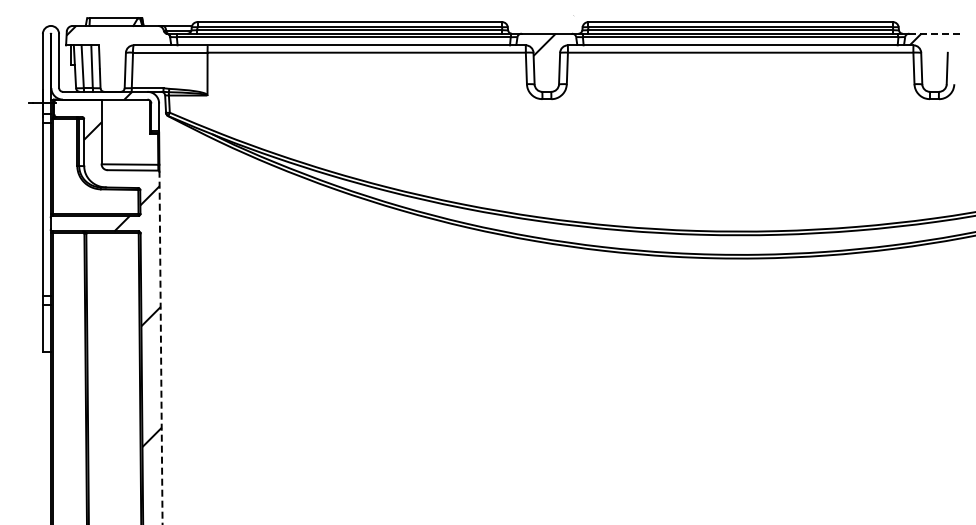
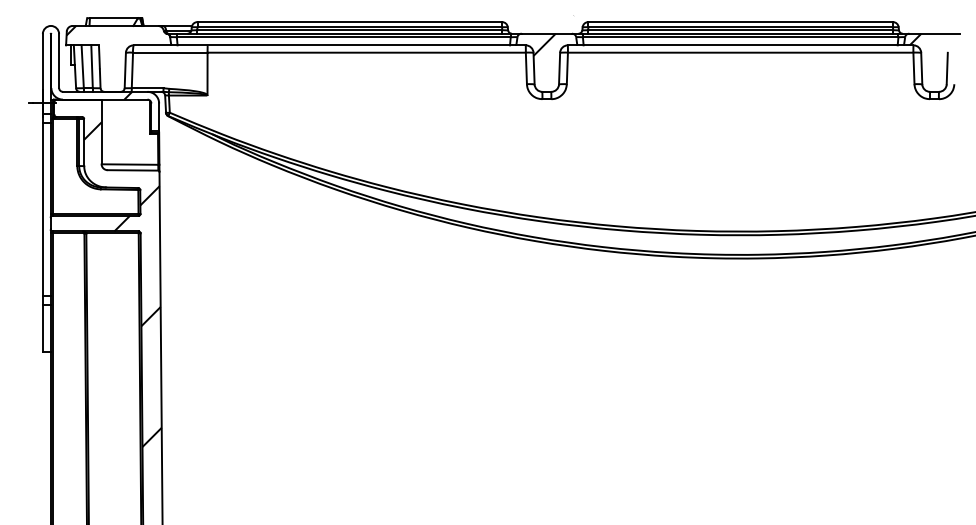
line at (935, 33): dashed -> solid
line at (161, 347): dashed -> solid
